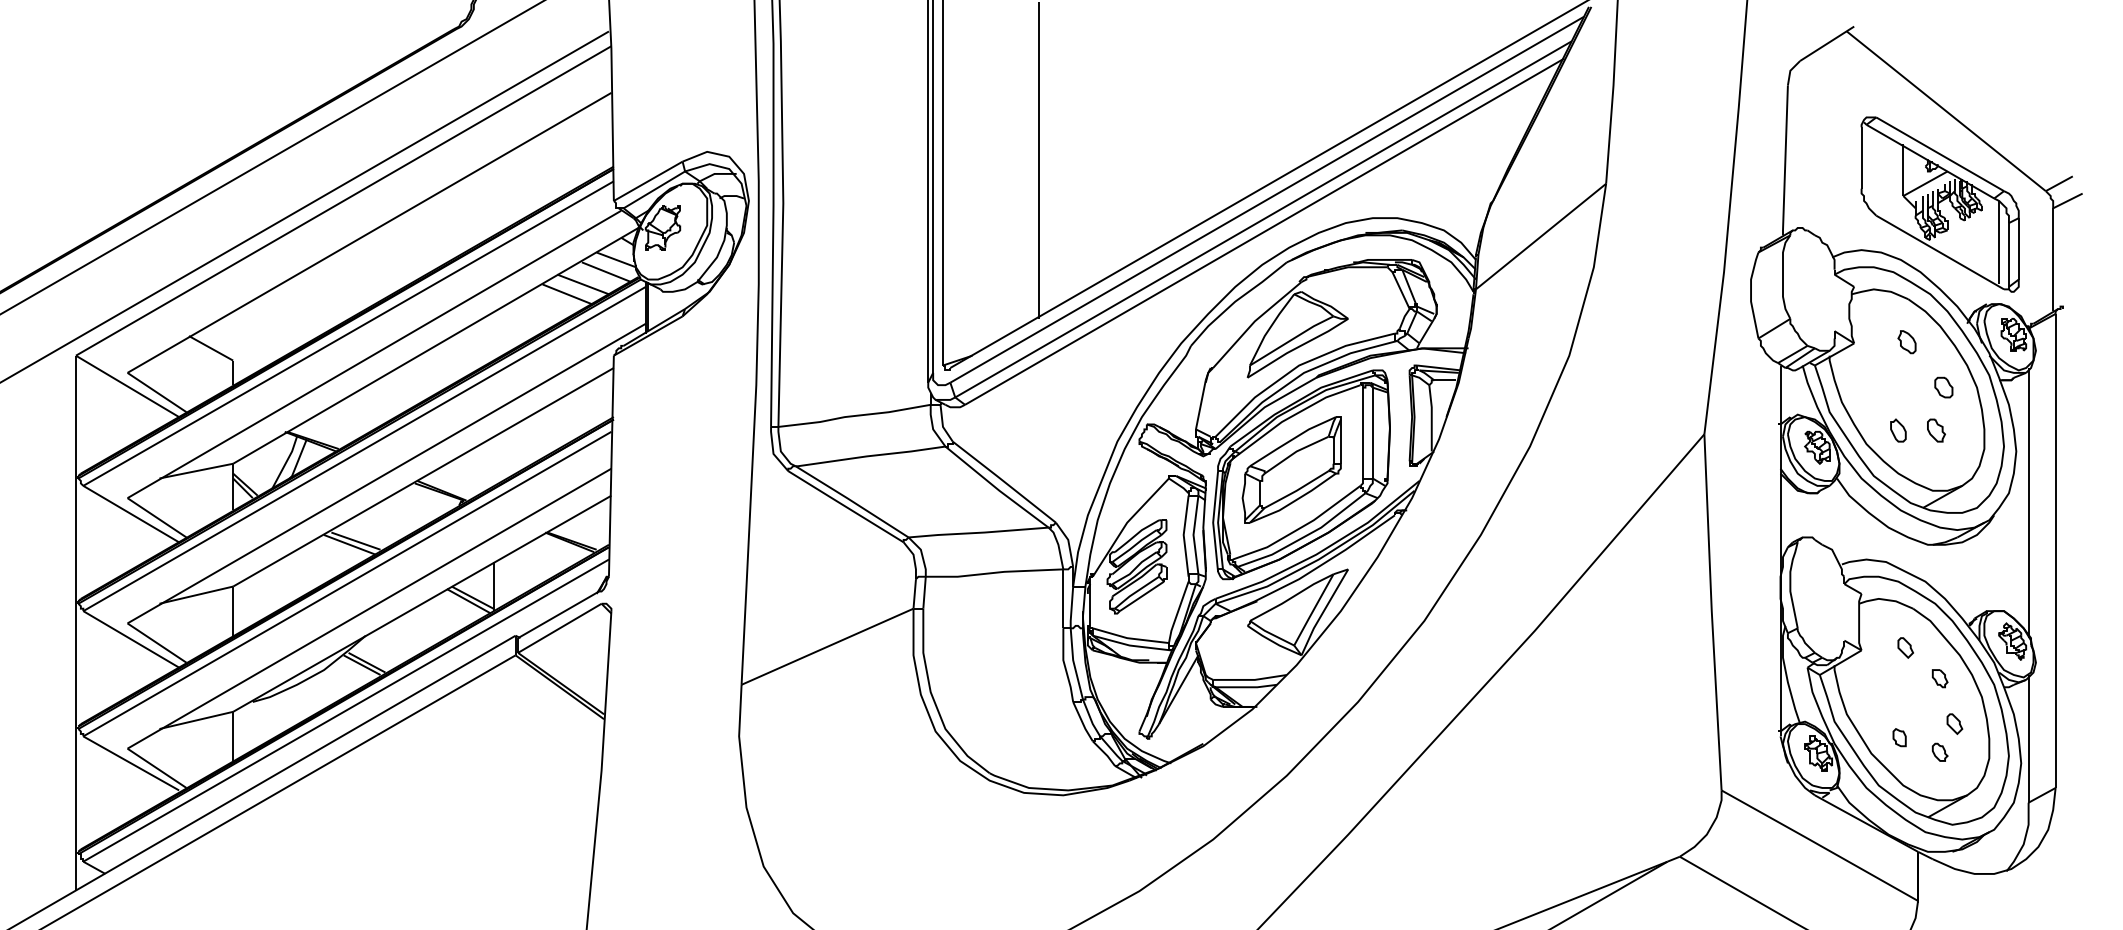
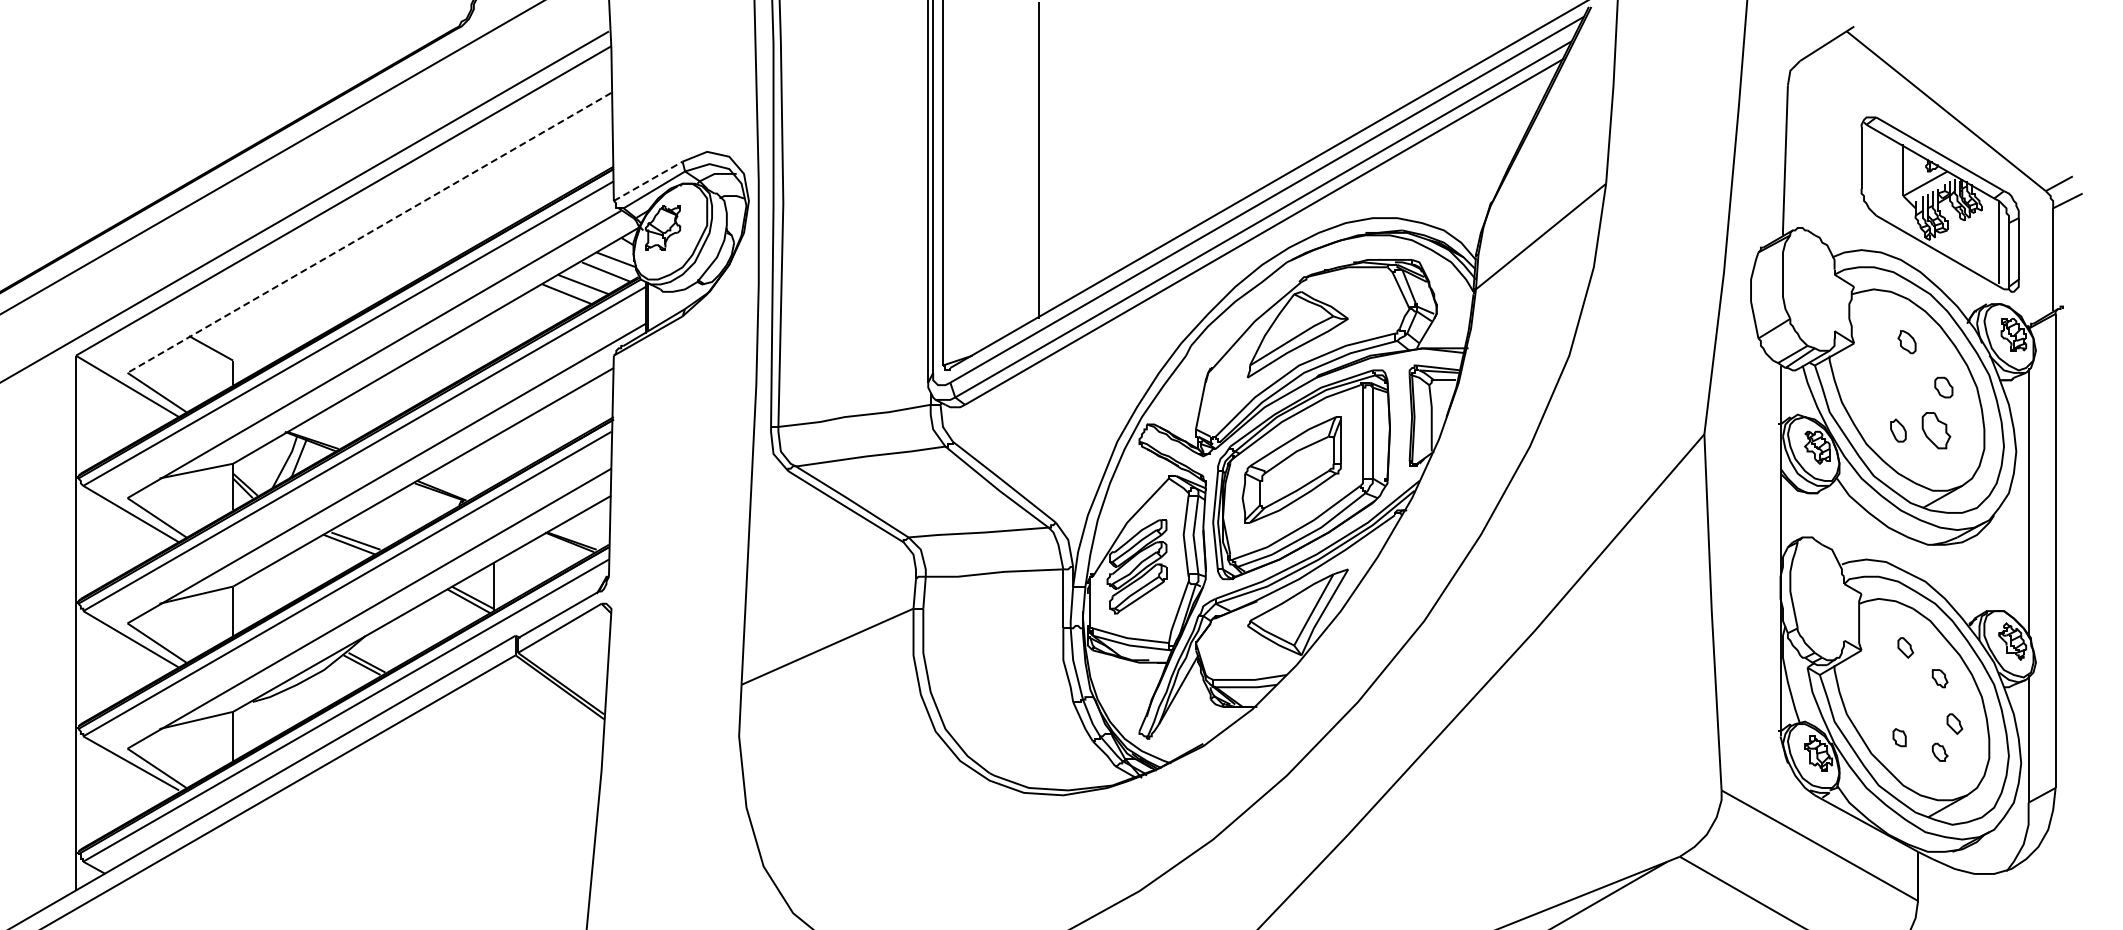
line at (648, 181): solid -> dashed
line at (369, 232): solid -> dashed
part at (1936, 430) size: 19x25 px -> 31x38 px
